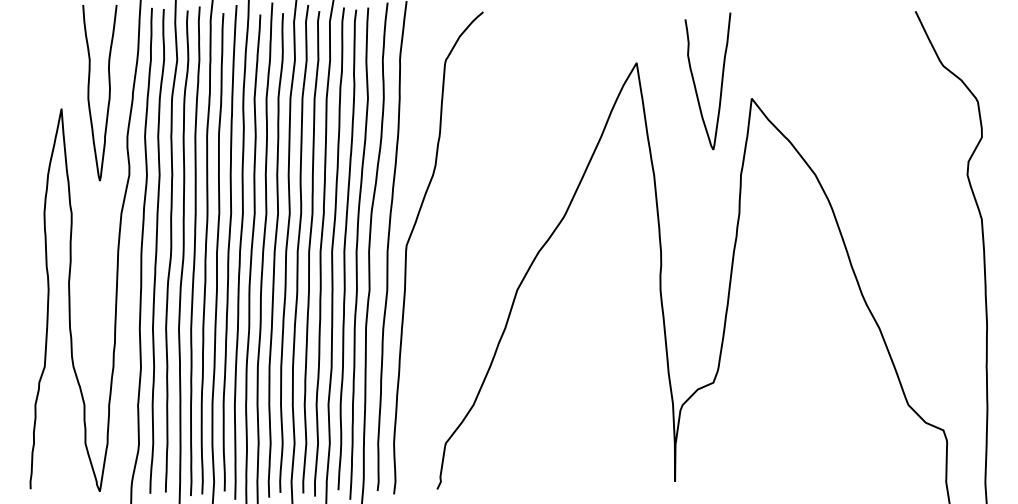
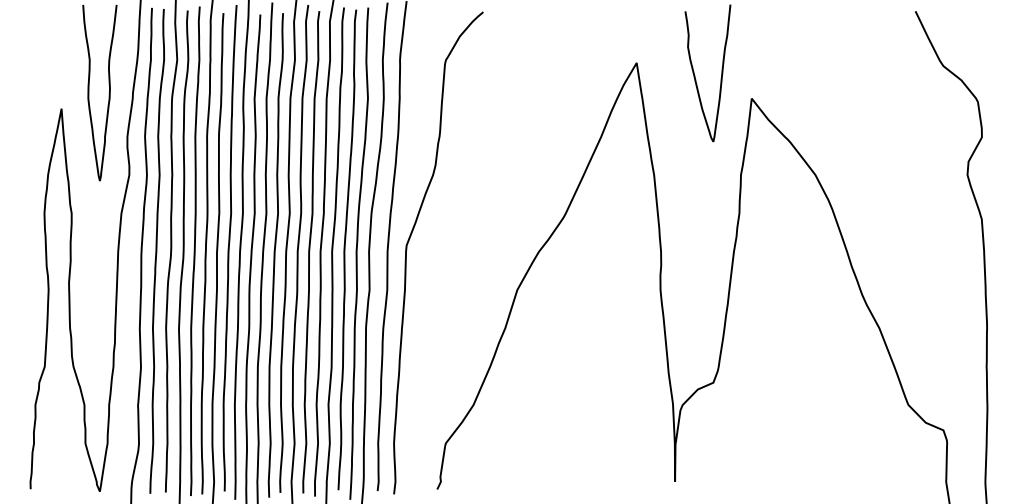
curve at (695, 83) position: (695, 83) -> (695, 75)
